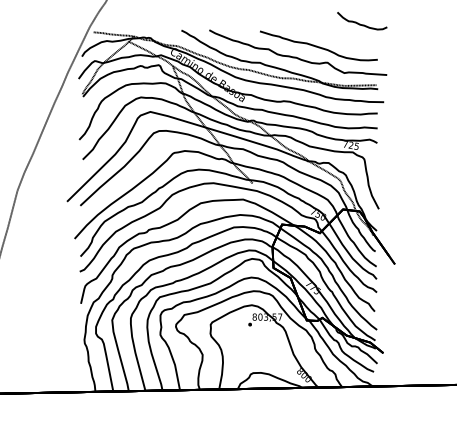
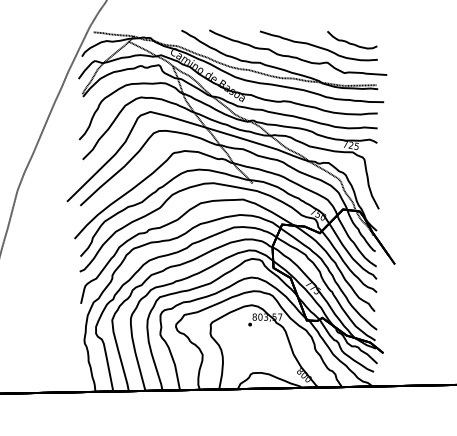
part at (362, 21) position: (362, 21) -> (352, 40)
